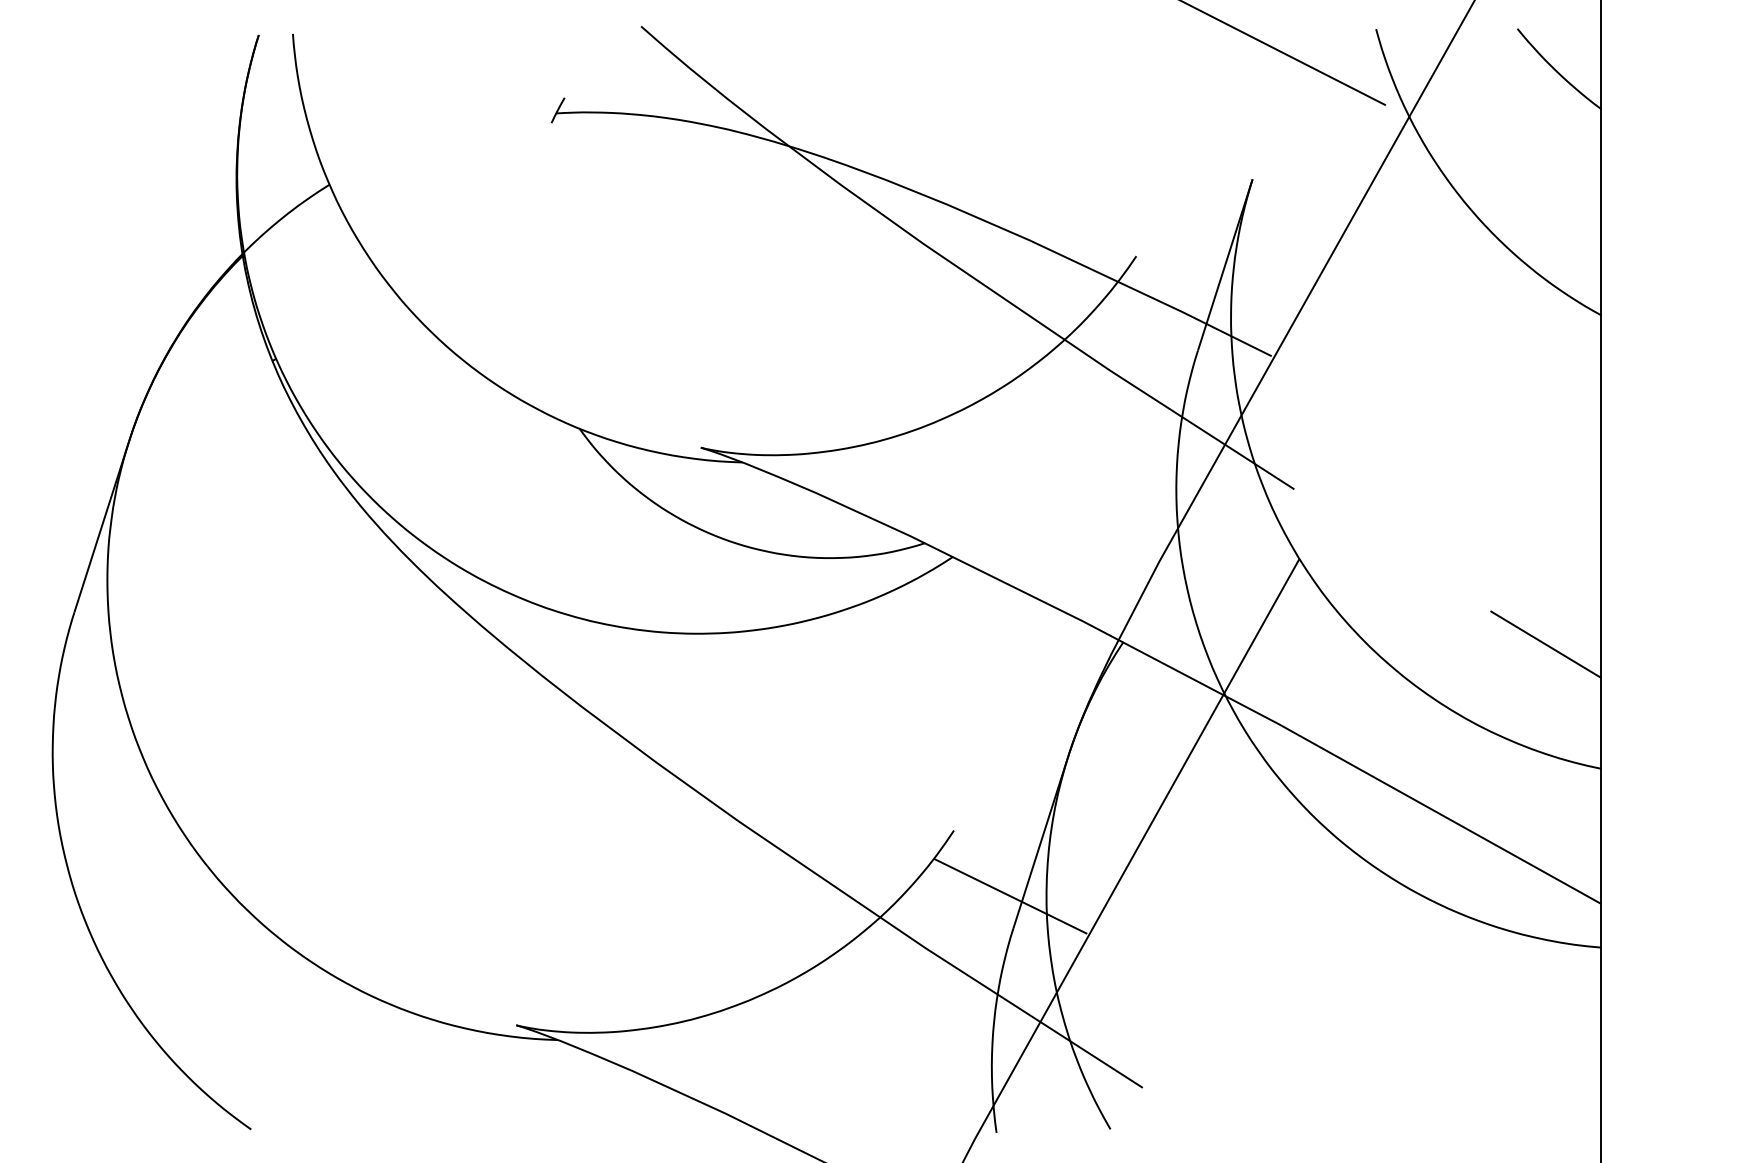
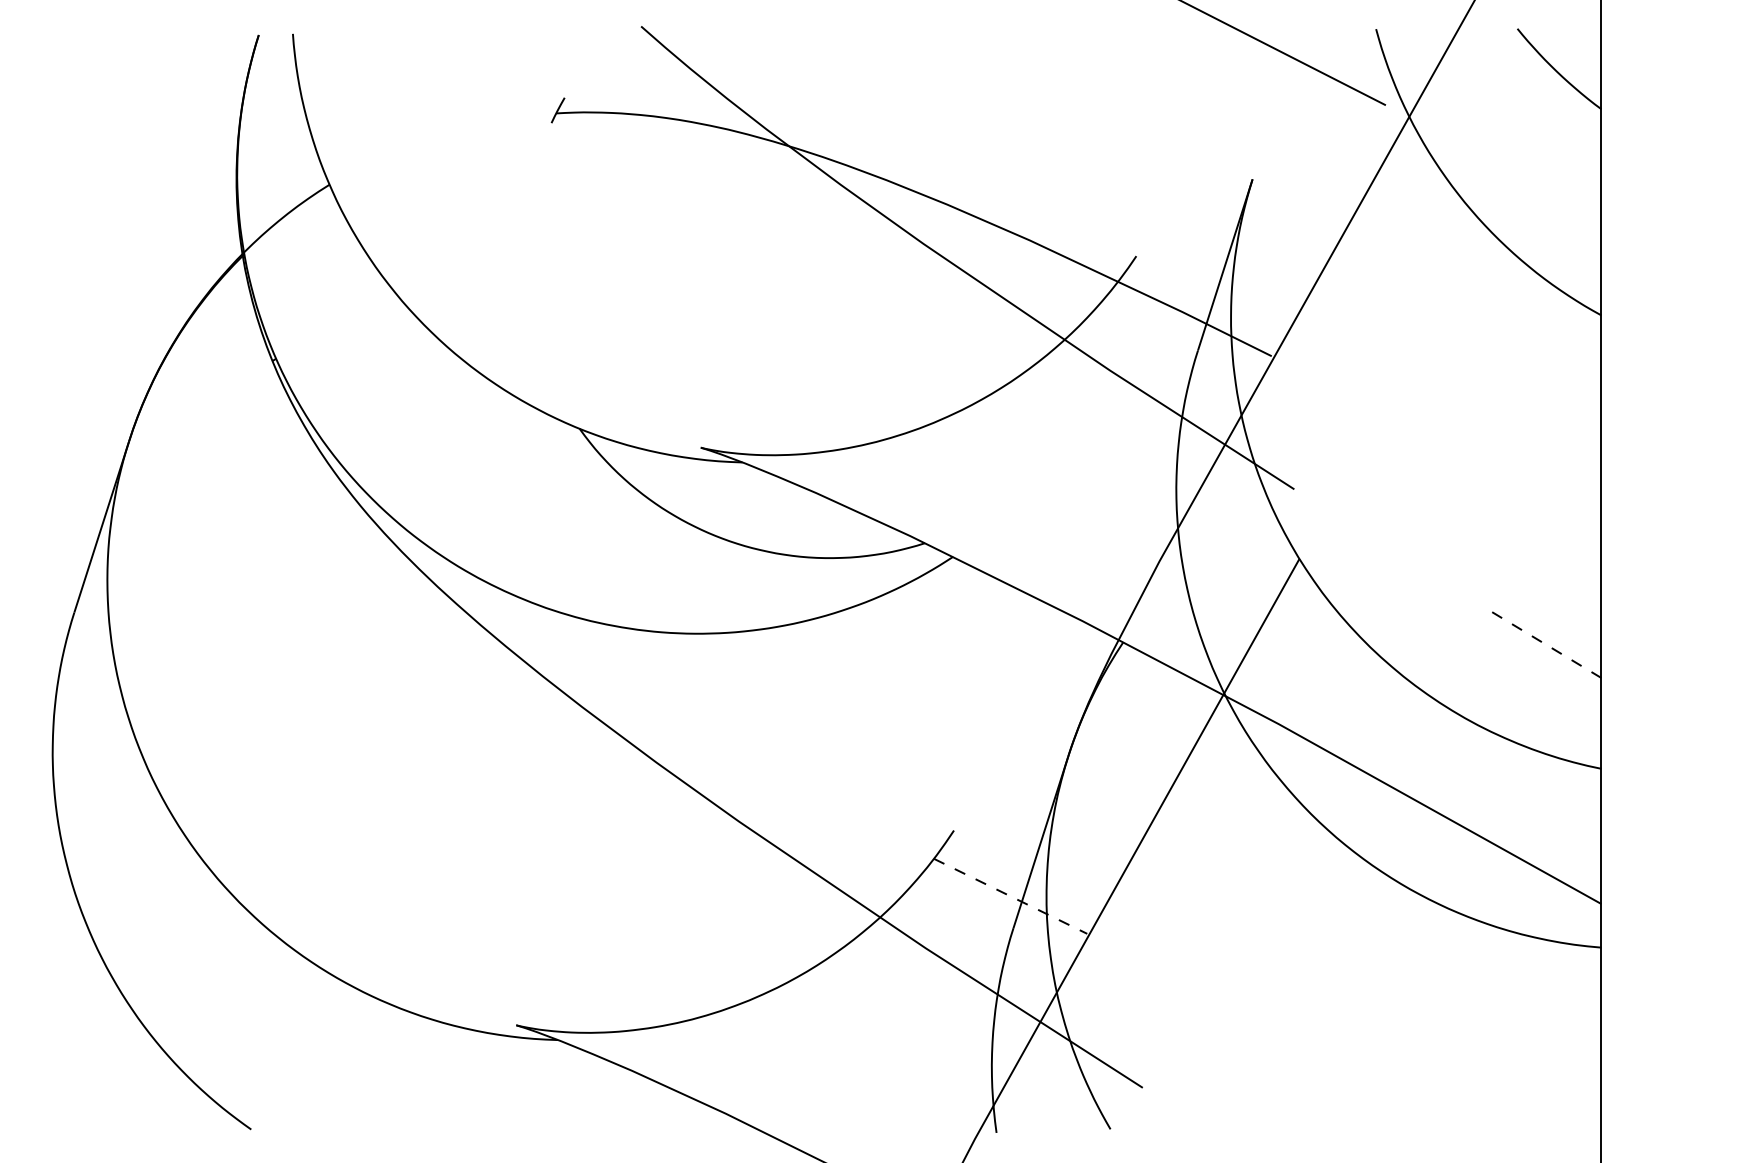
line at (1545, 644): solid -> dashed
line at (1011, 896): solid -> dashed
